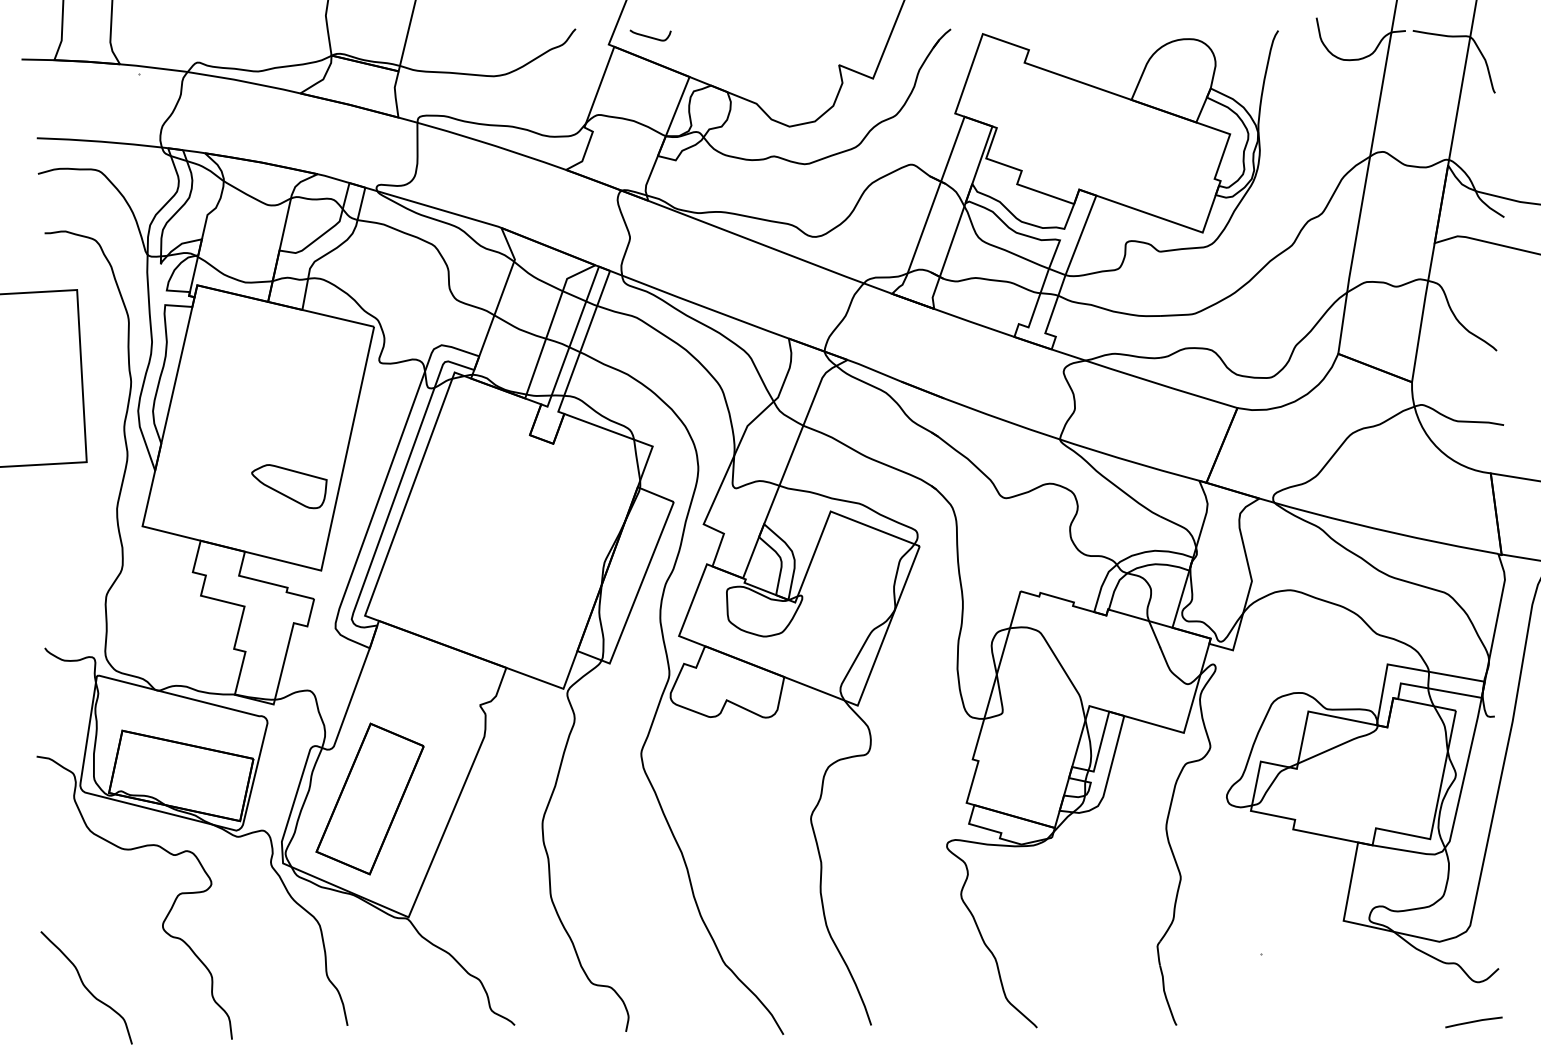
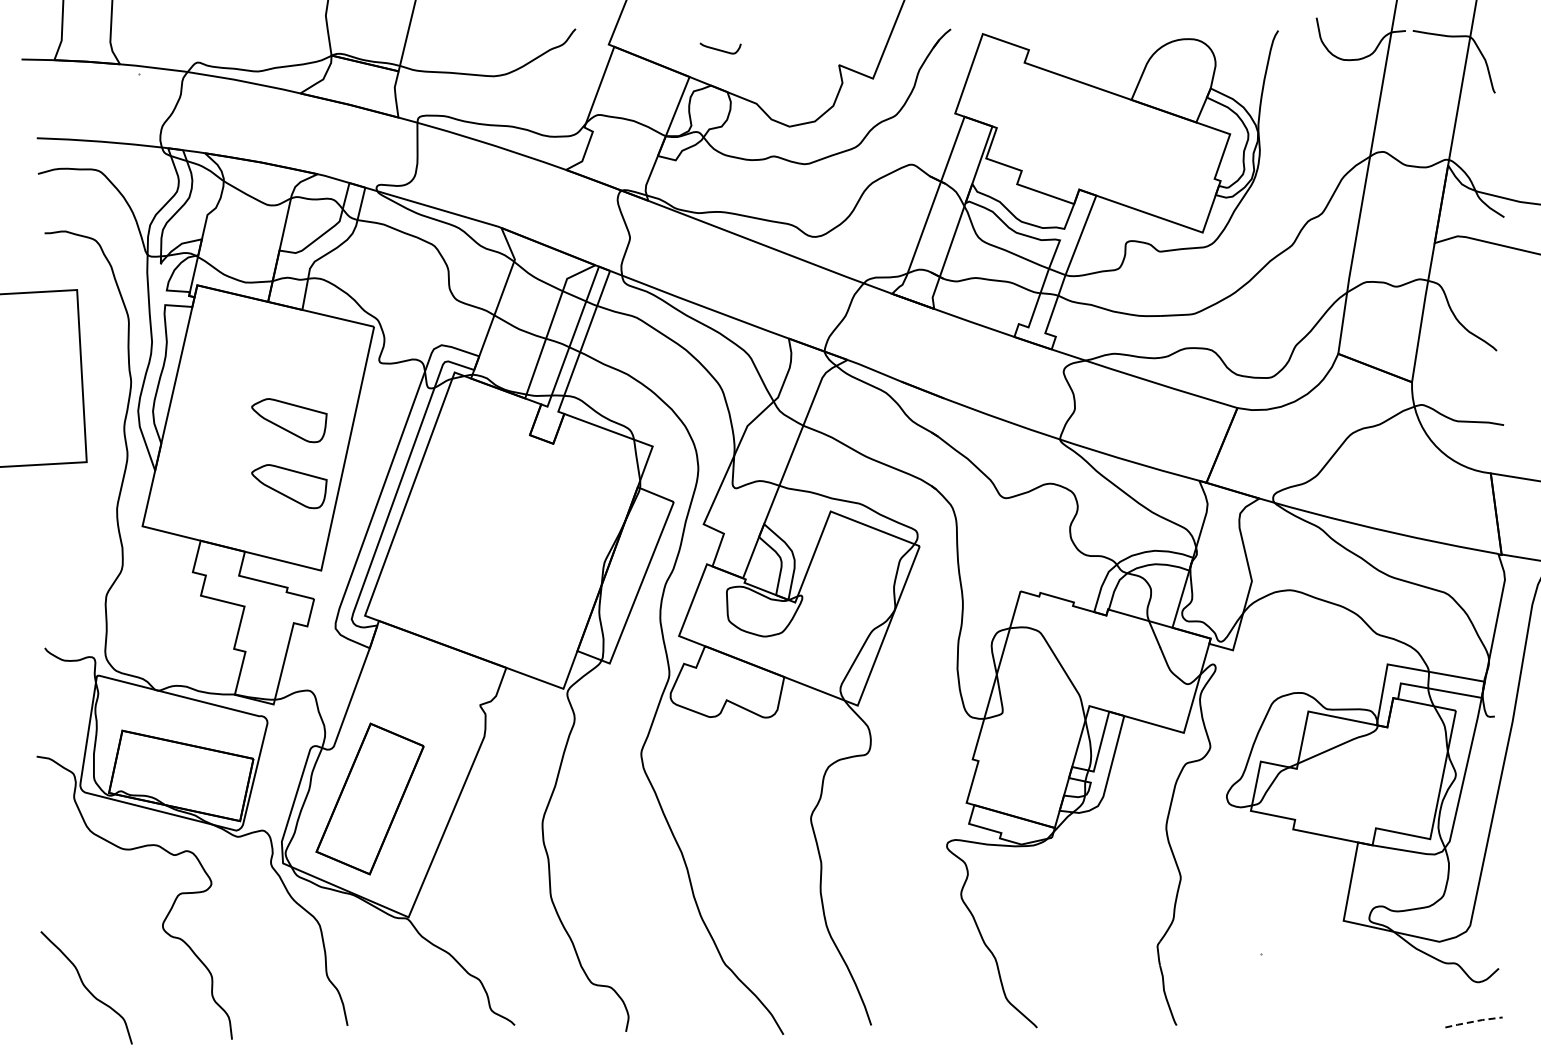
curve at (650, 36) position: (650, 36) -> (720, 49)
part at (289, 420): none -> present
line at (1473, 1021): solid -> dashed
